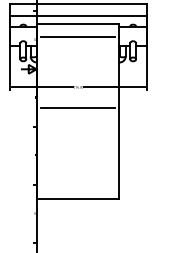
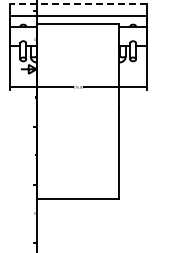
line at (78, 4): solid -> dashed
line at (78, 37): present -> none
line at (78, 107): present -> none
